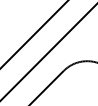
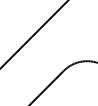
line at (48, 52): present -> none
